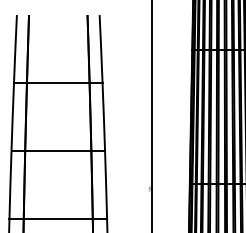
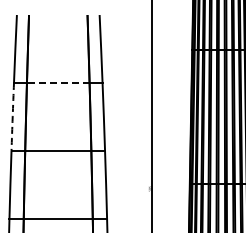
line at (57, 82): solid -> dashed
arc at (12, 116): solid -> dashed
